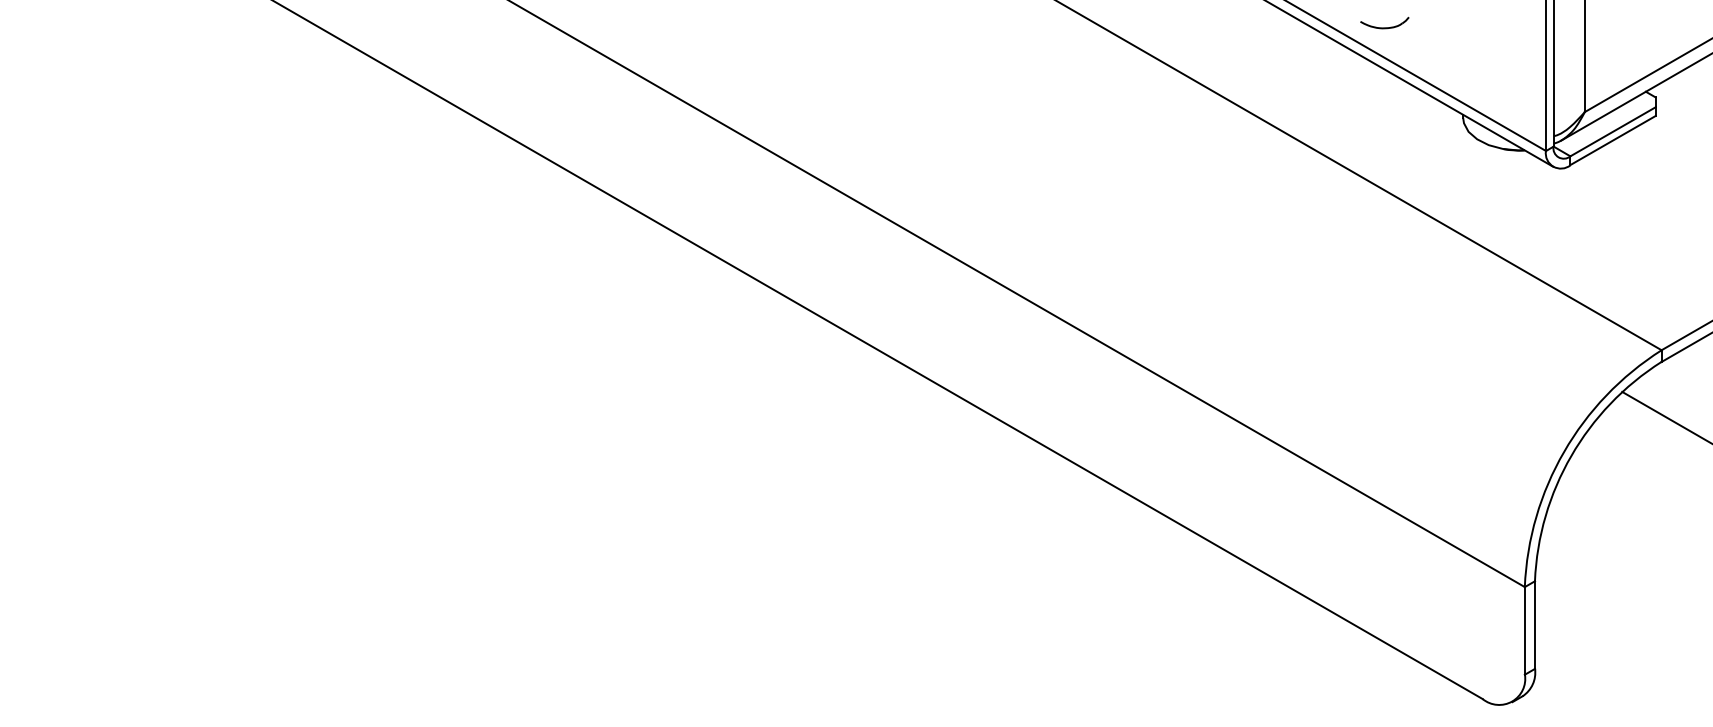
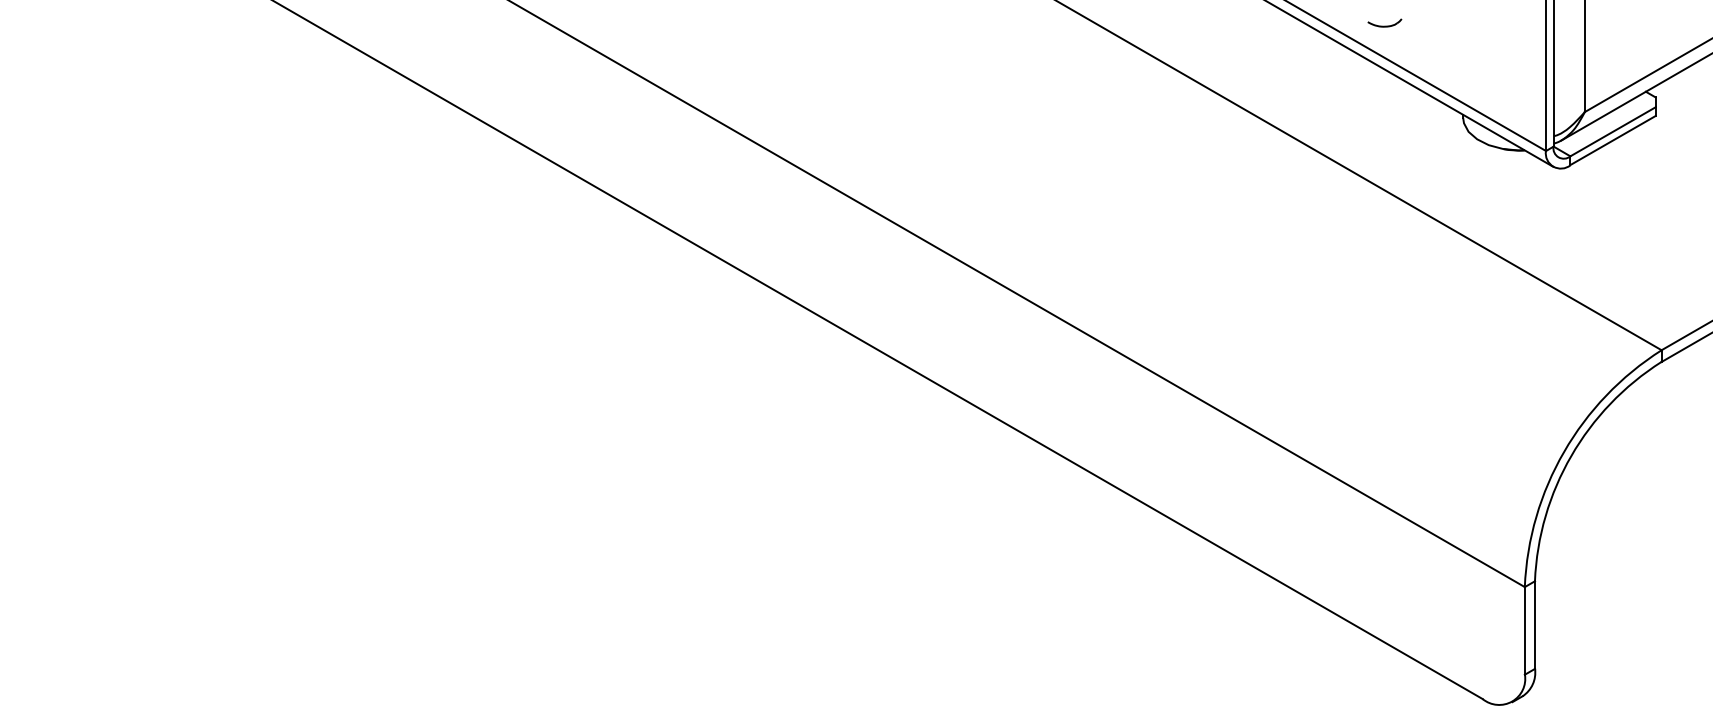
part at (1384, 22) size: 50x14 px -> 36x10 px
line at (1665, 416): present -> none
